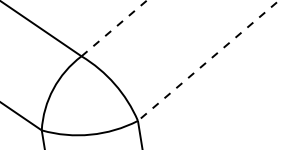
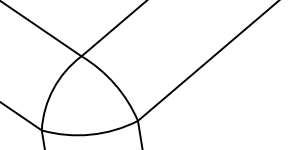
line at (114, 27): dashed -> solid
line at (208, 60): dashed -> solid
